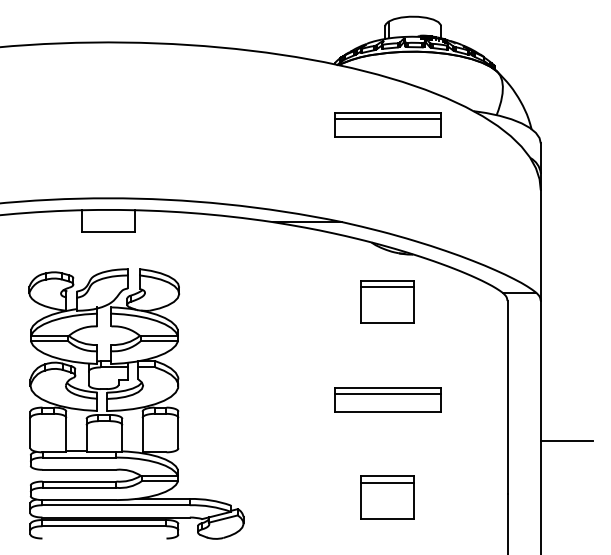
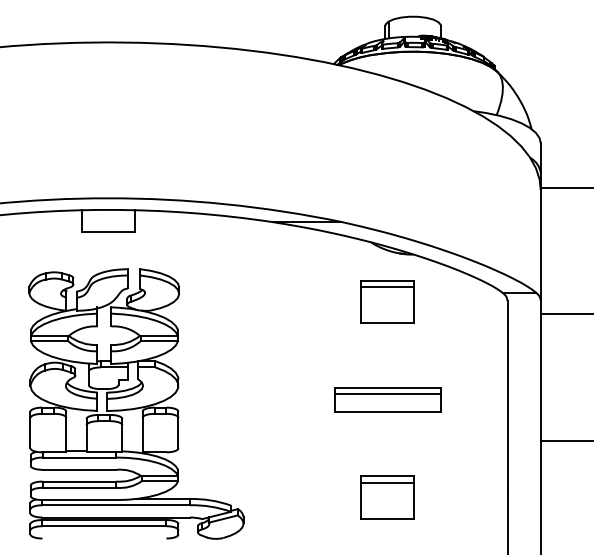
part at (387, 124): present -> none
line at (566, 187): none -> present
line at (566, 314): none -> present
